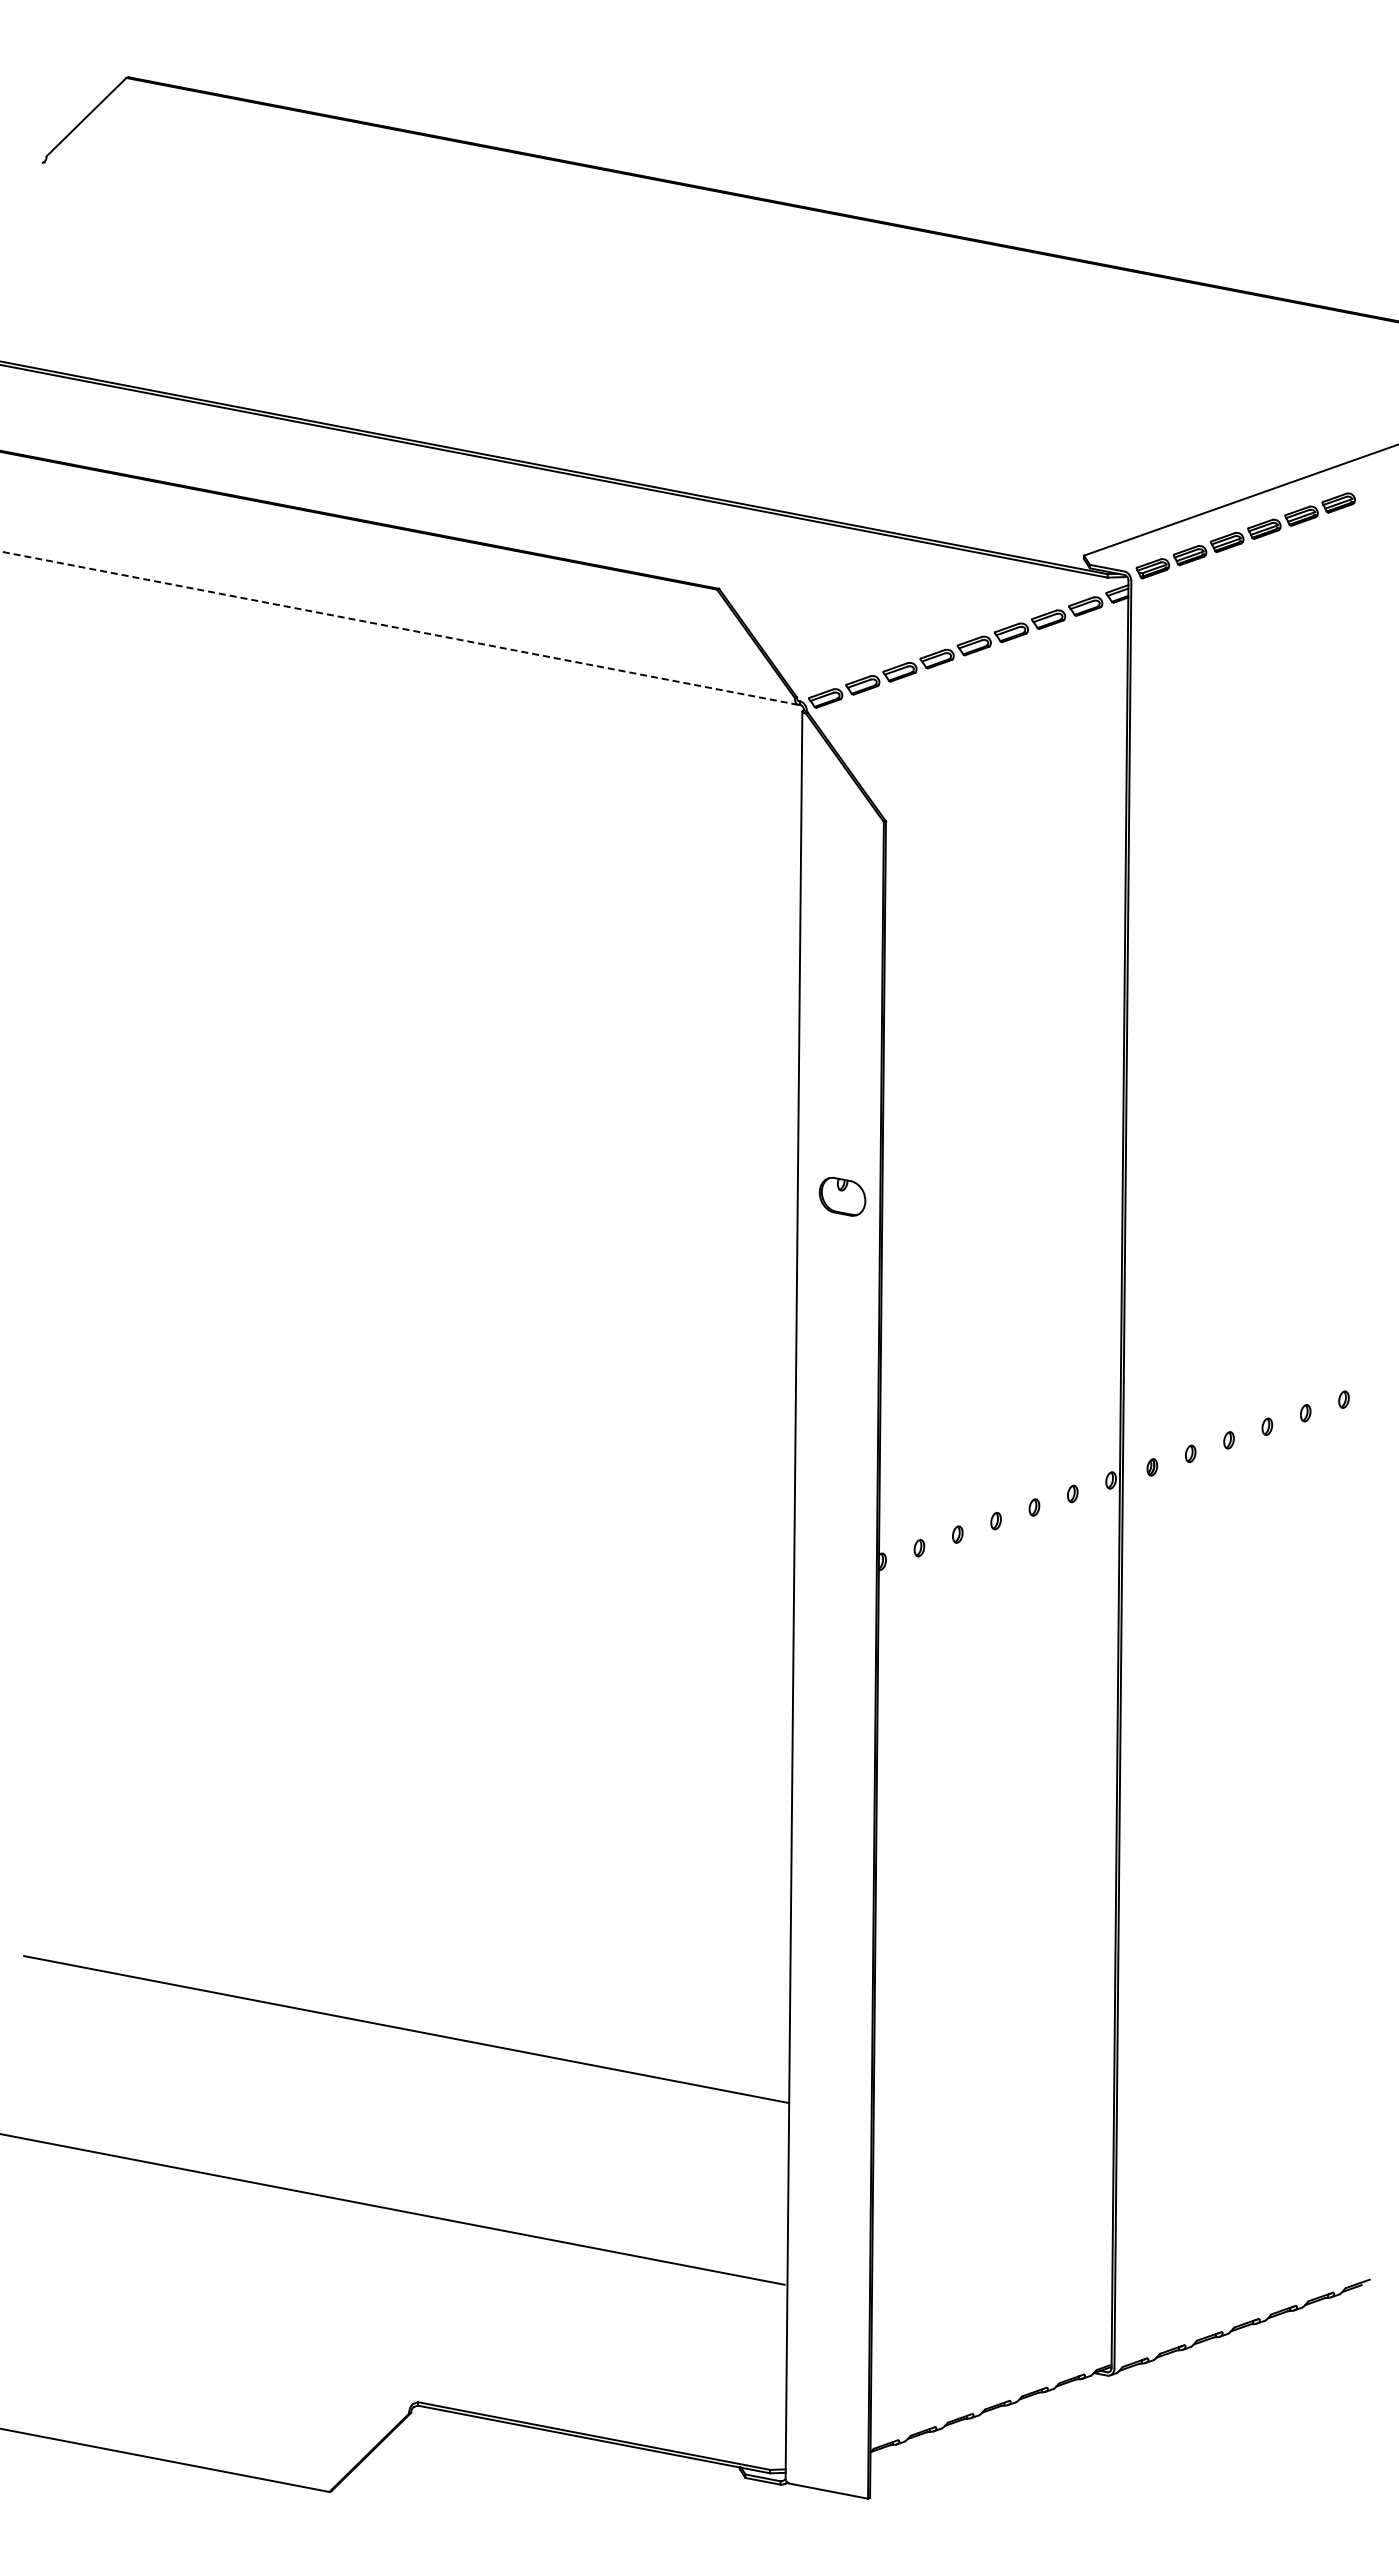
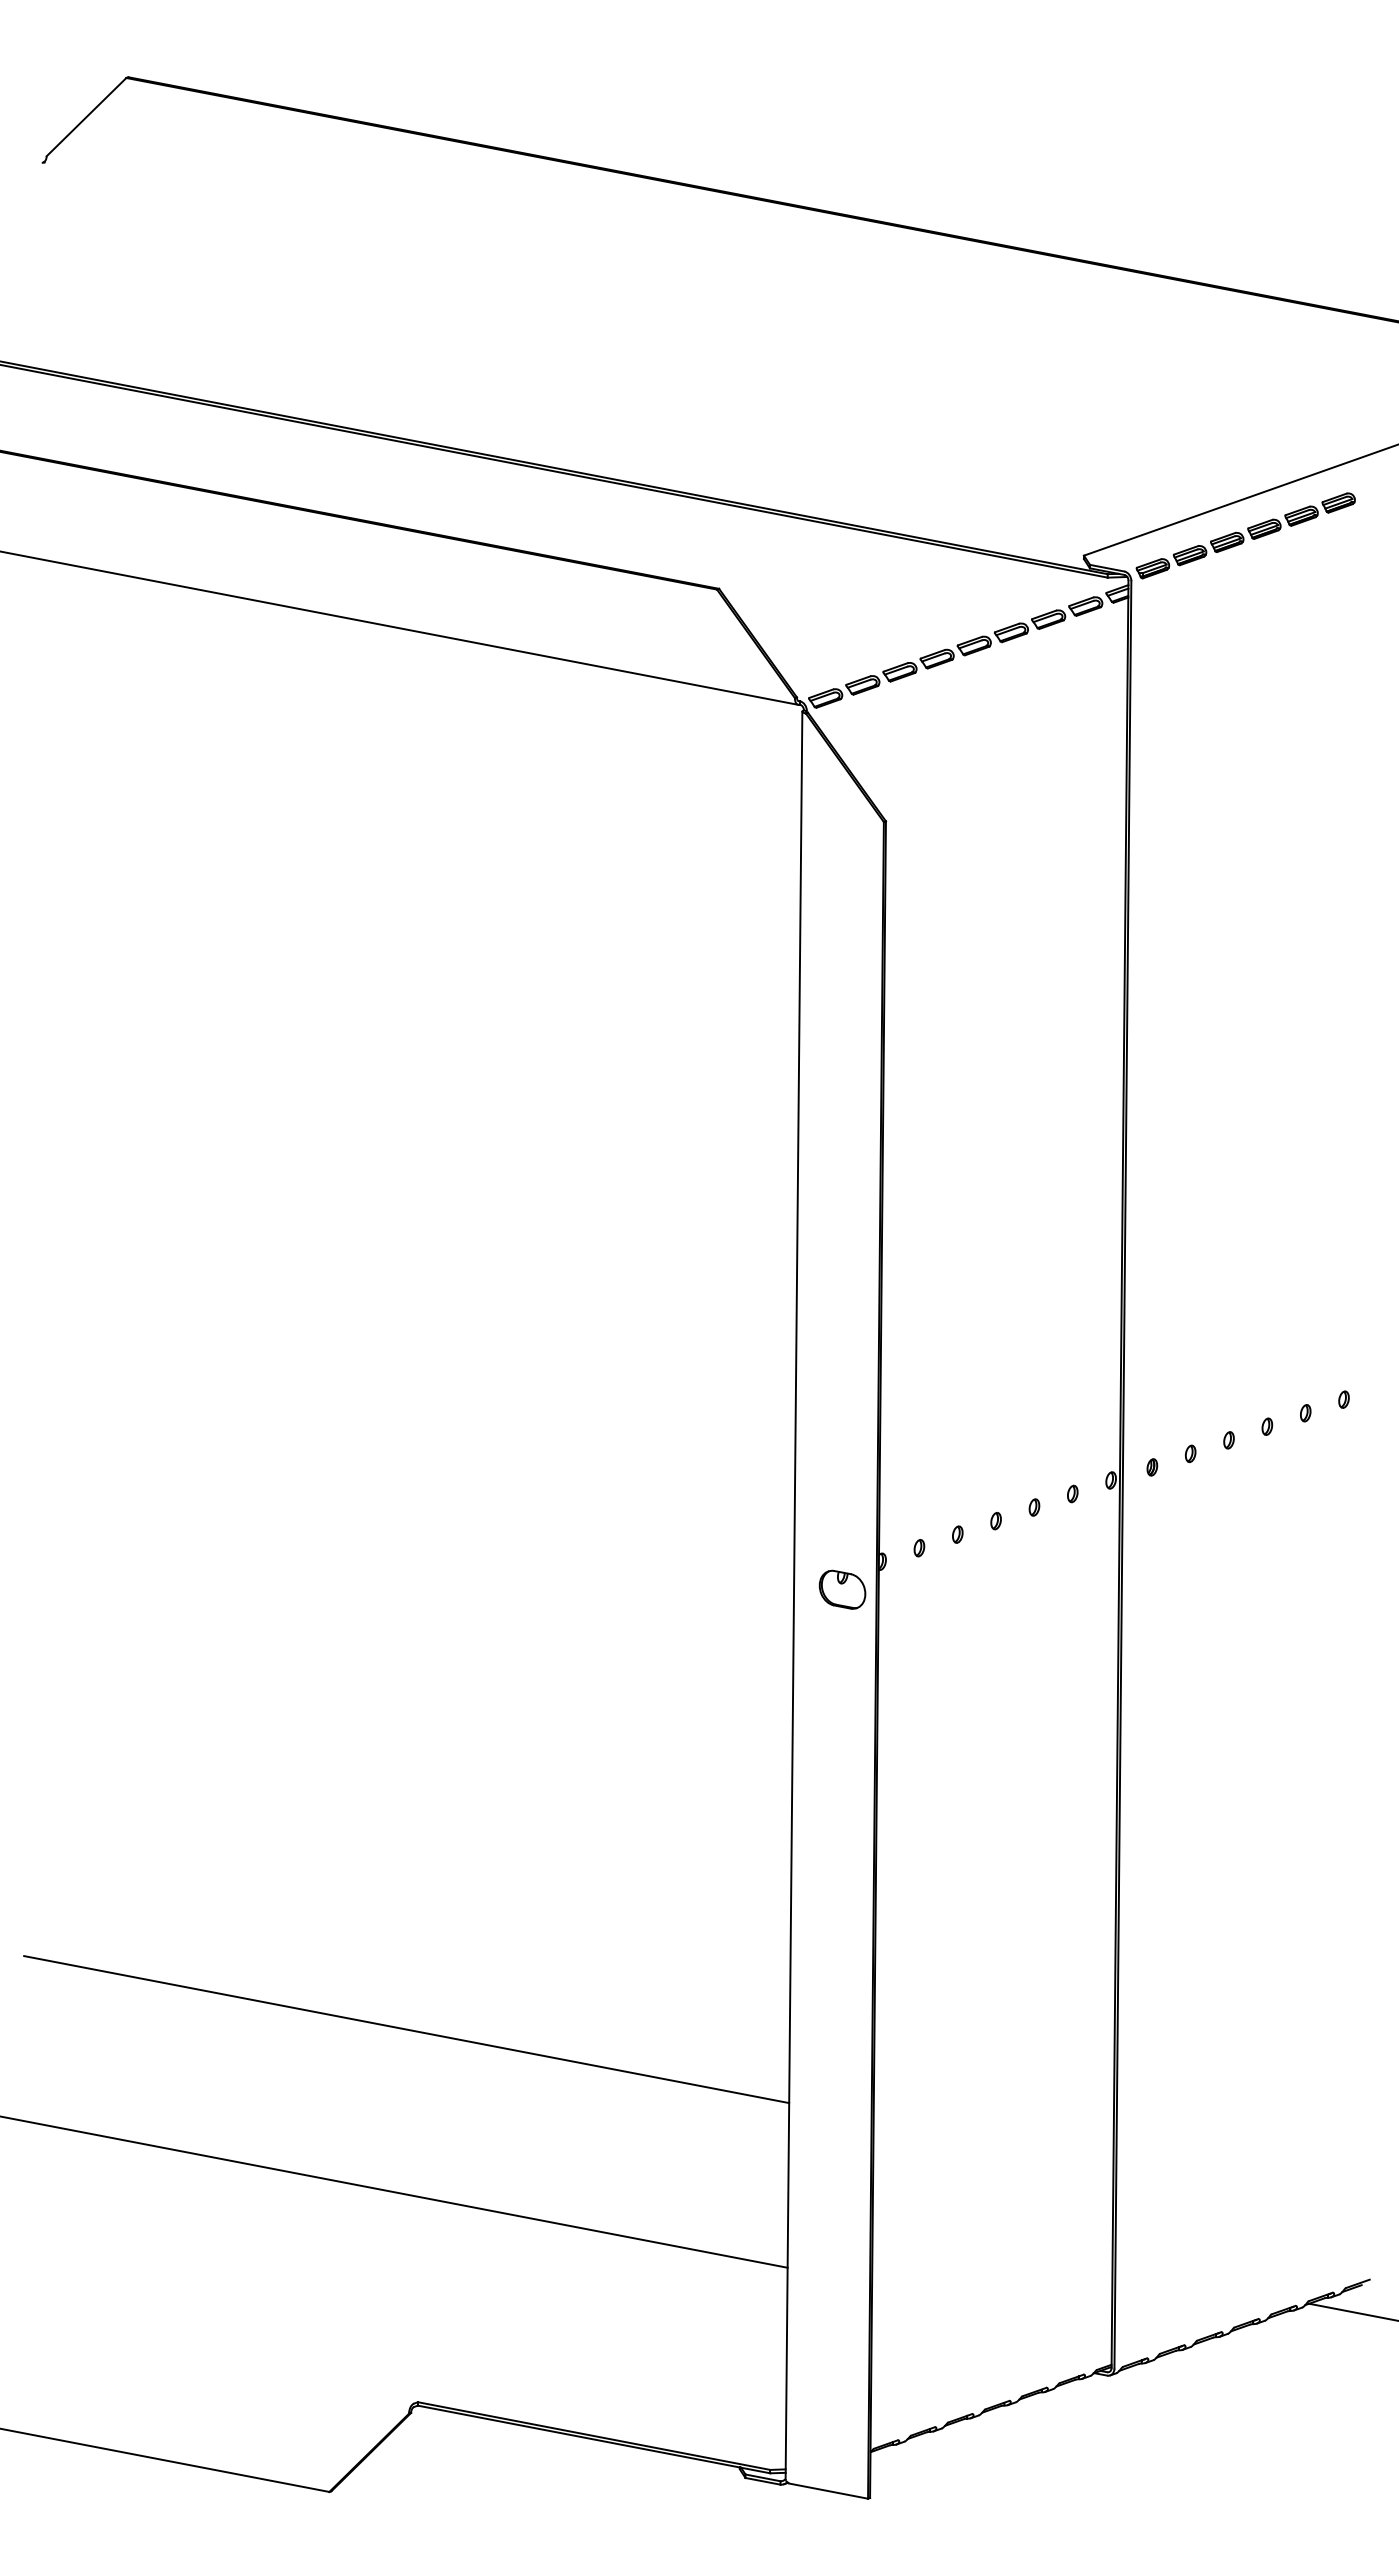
line at (398, 628): dashed -> solid
part at (842, 1196) position: (842, 1196) -> (842, 1589)
line at (393, 2209) position: (393, 2209) -> (394, 2191)
line at (1352, 2311): none -> present
